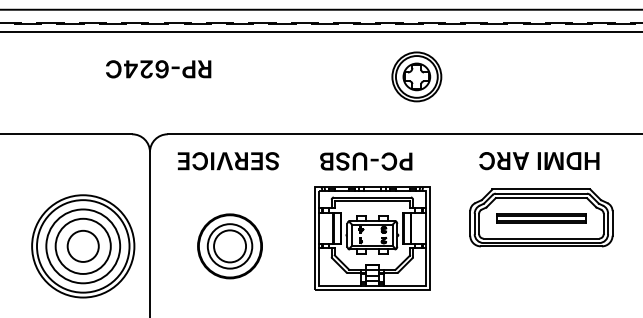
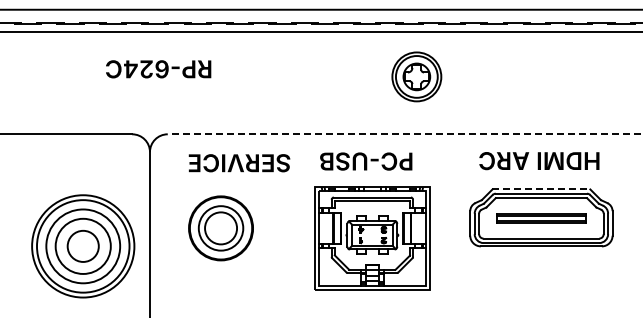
line at (404, 134): solid -> dashed
text at (228, 161) position: (228, 161) -> (239, 163)
line at (541, 189): solid -> dashed
part at (229, 246) position: (229, 246) -> (220, 228)
